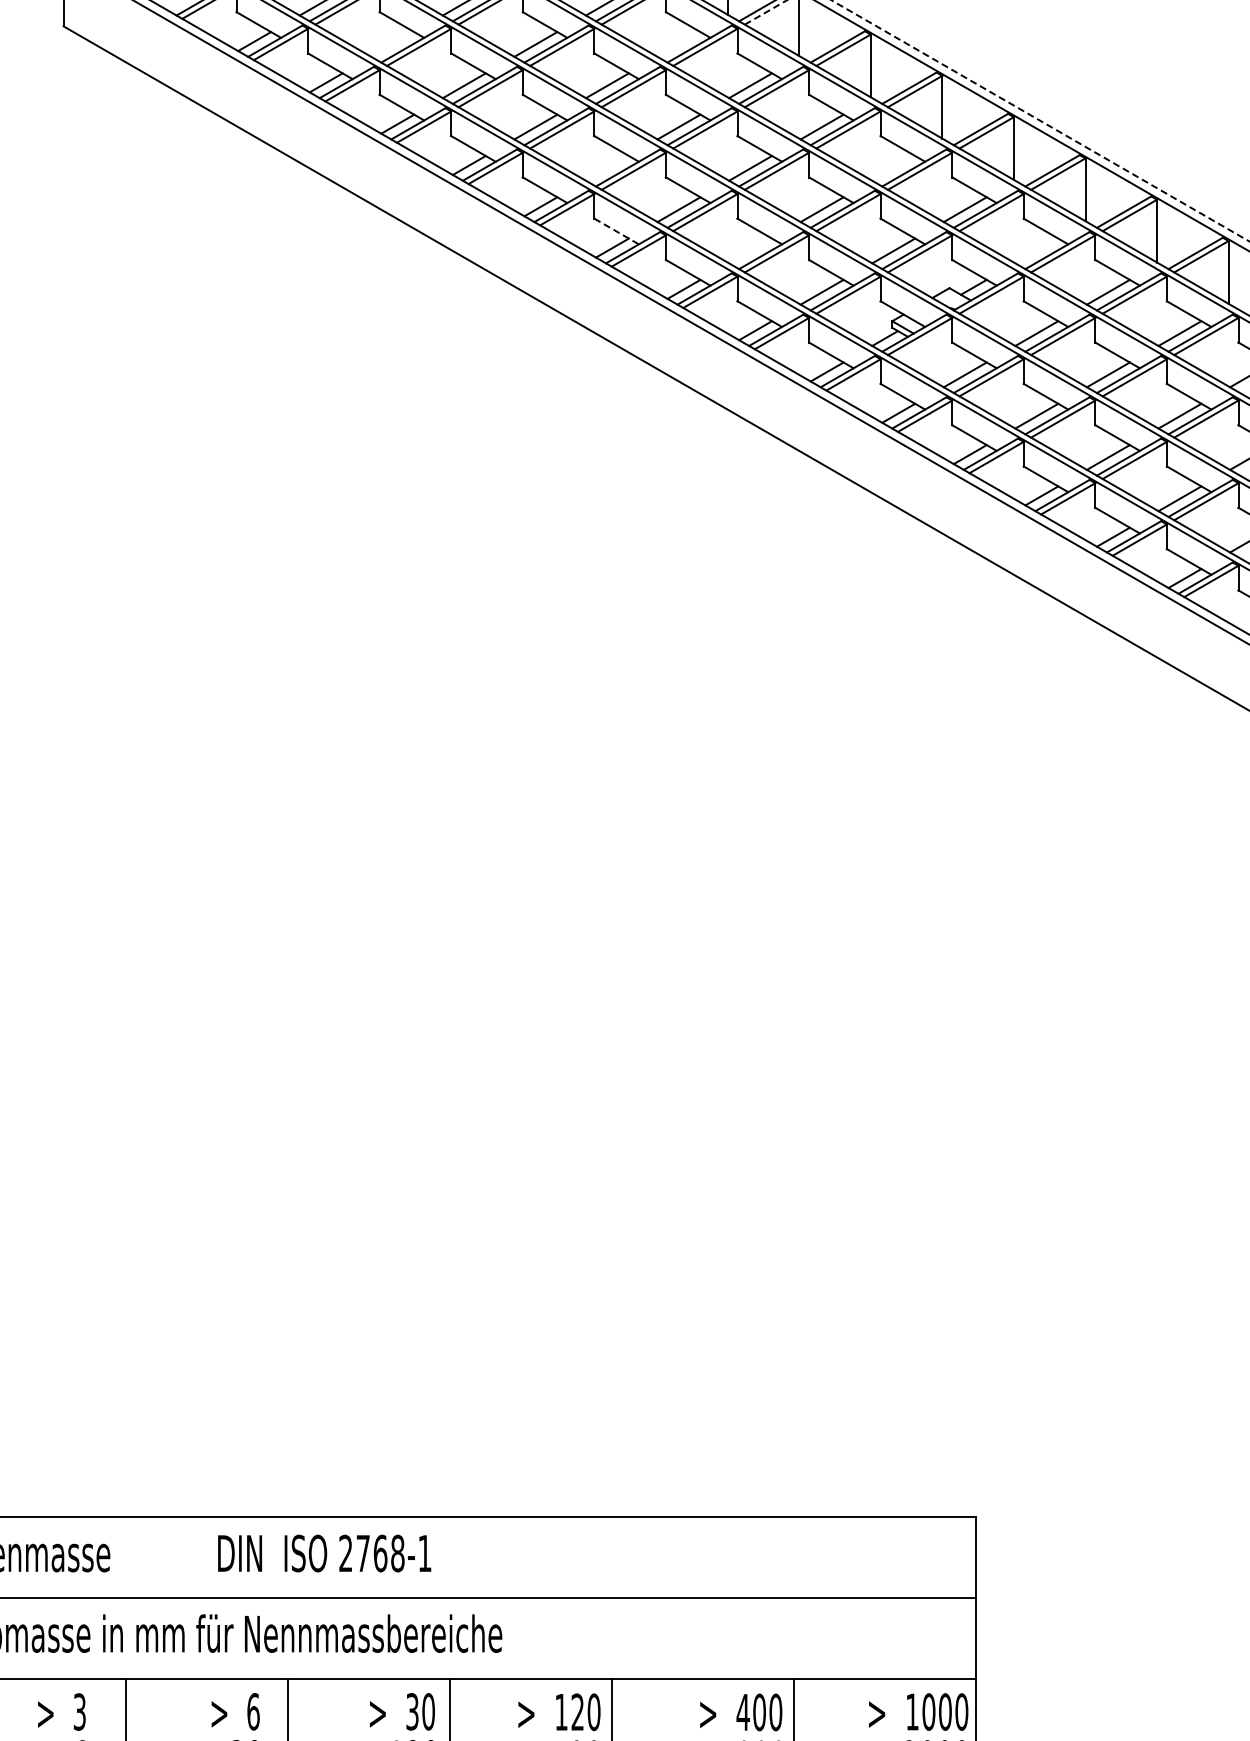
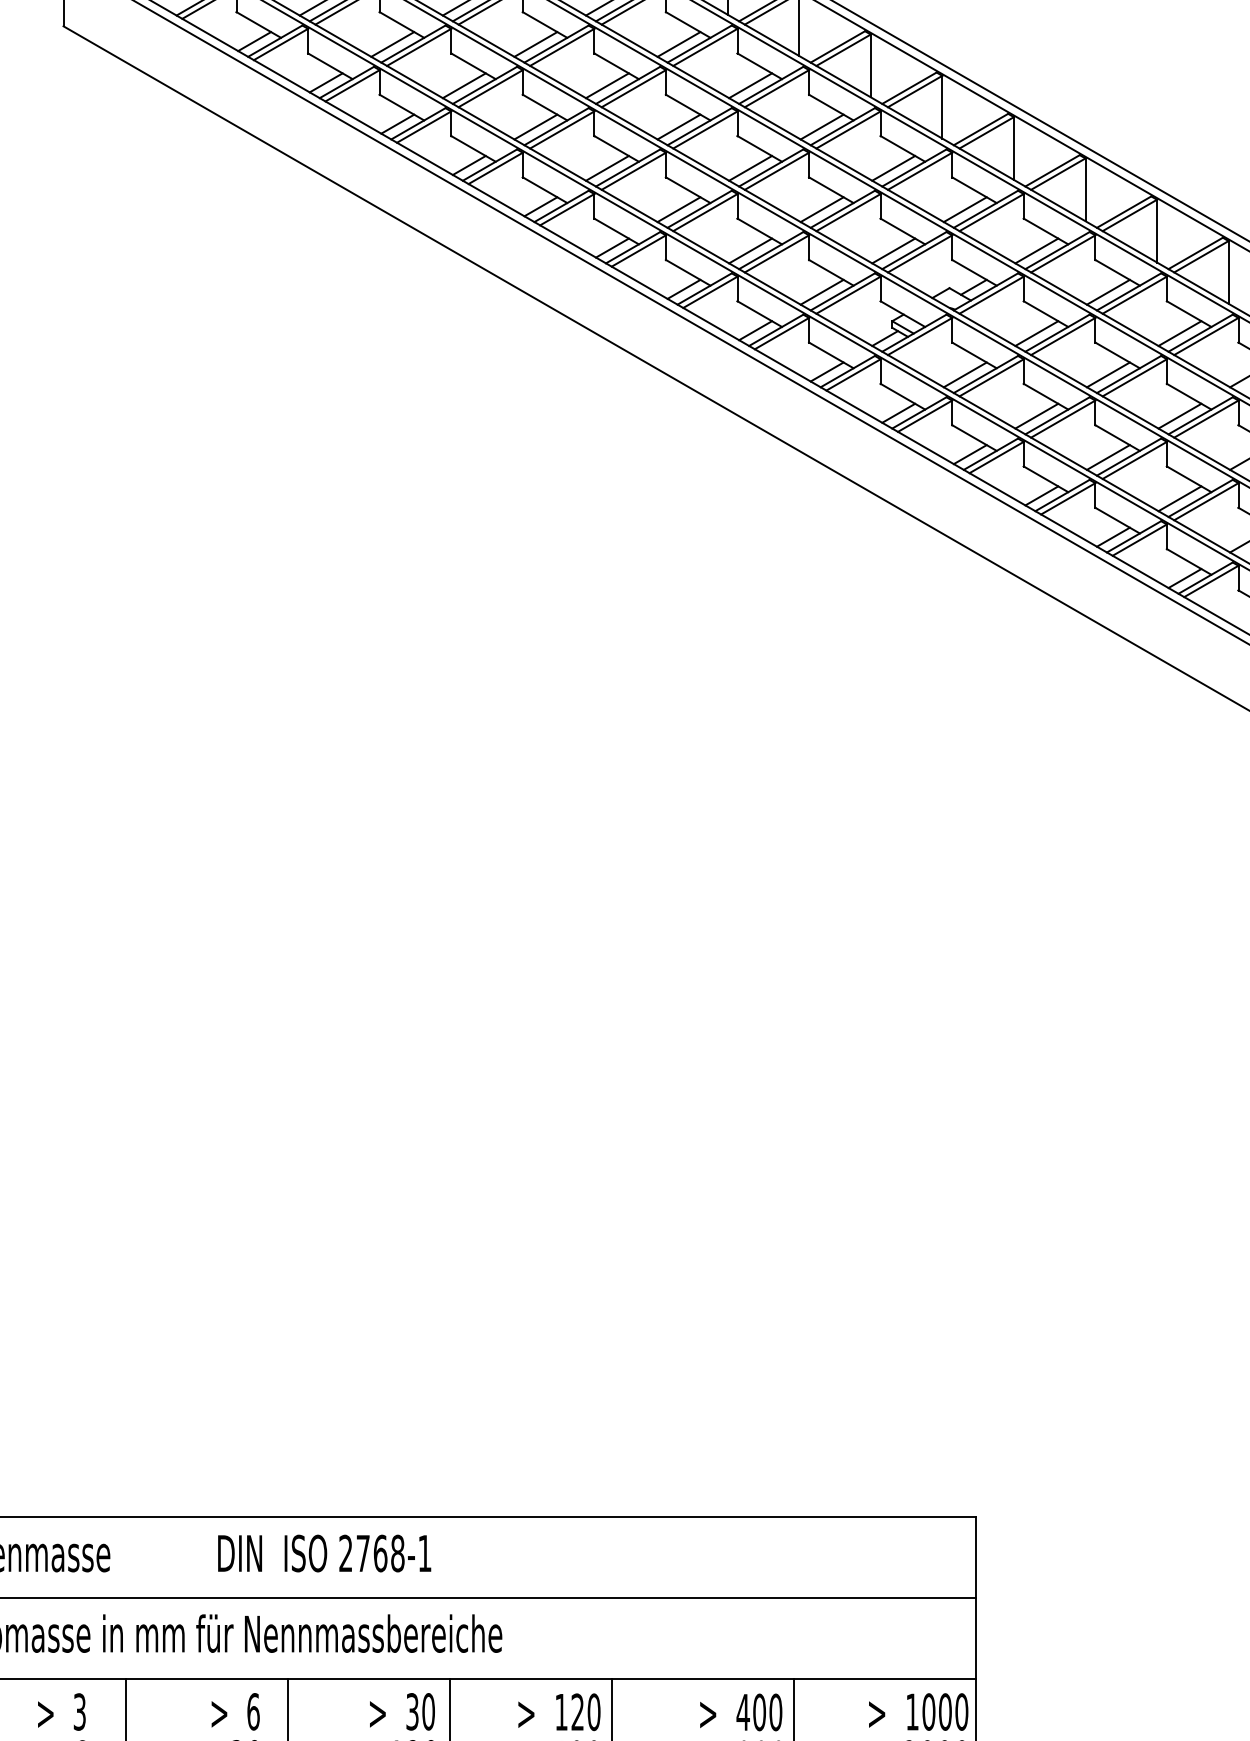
line at (766, 12): dashed -> solid
line at (392, 44): none -> present
line at (678, 44): none -> present
line at (1039, 120): dashed -> solid
line at (607, 168): none -> present
line at (893, 168): none -> present
line at (616, 231): dashed -> solid
line at (750, 250): none -> present
line at (1036, 250): none -> present
